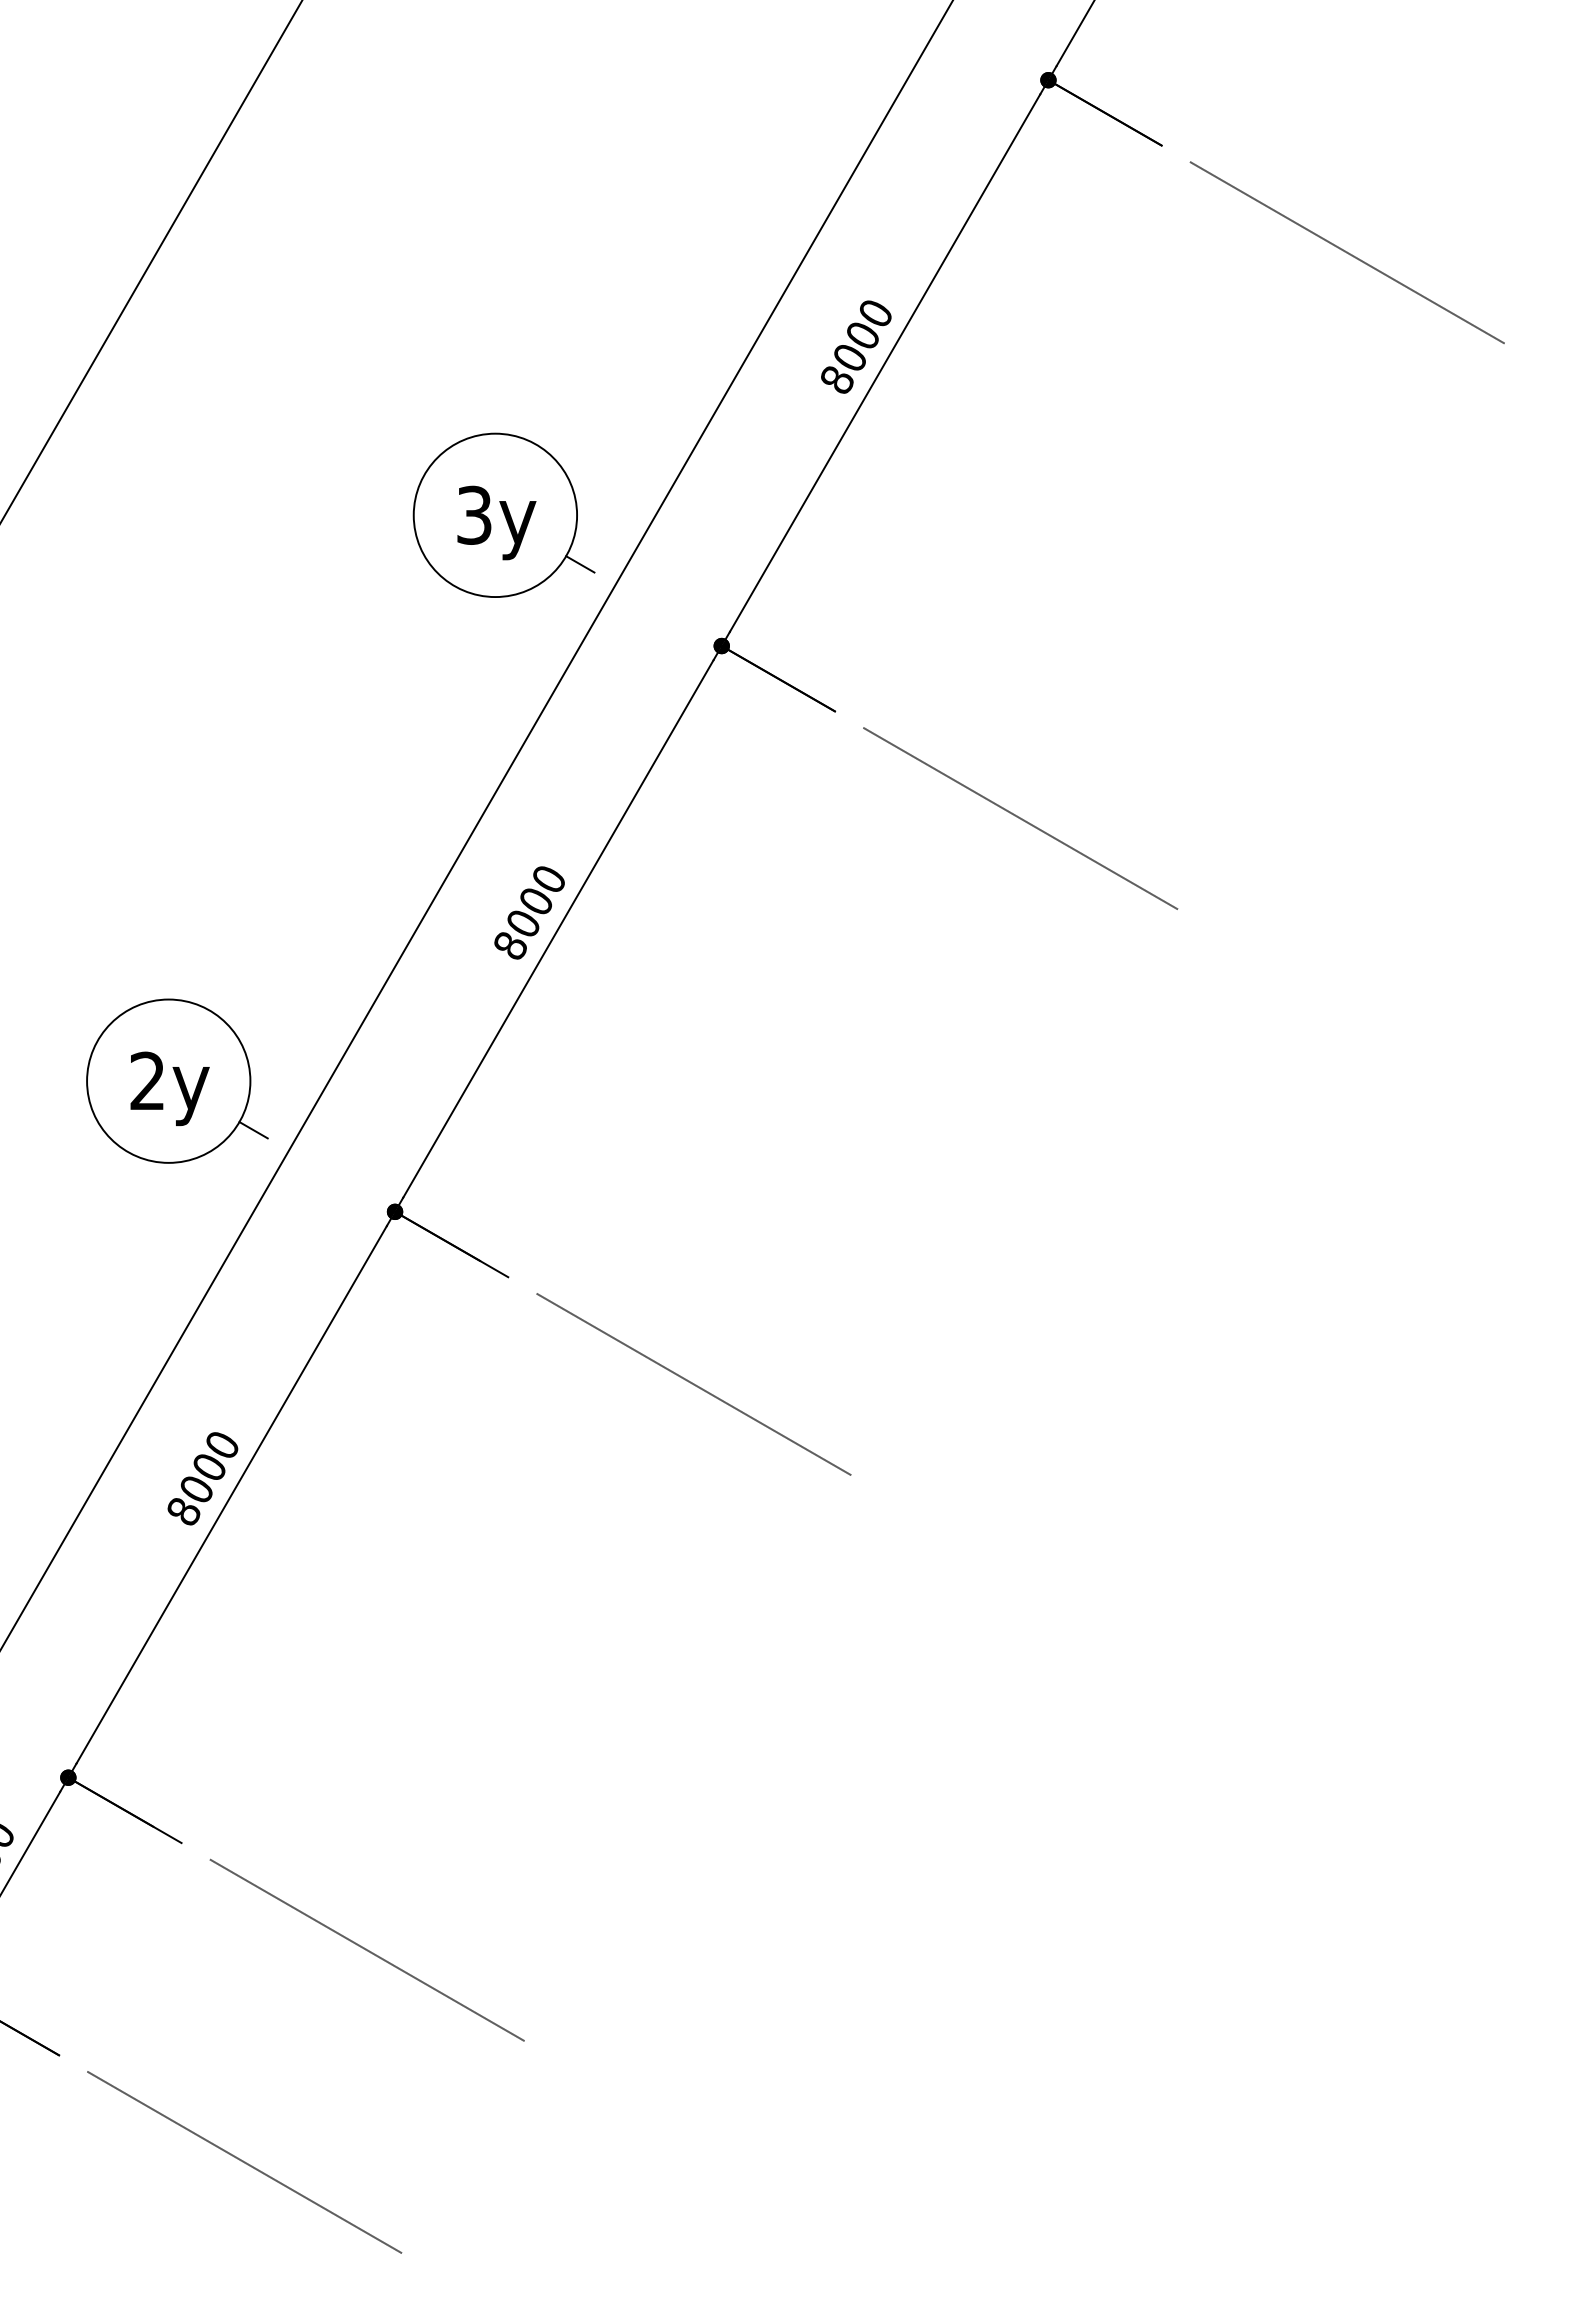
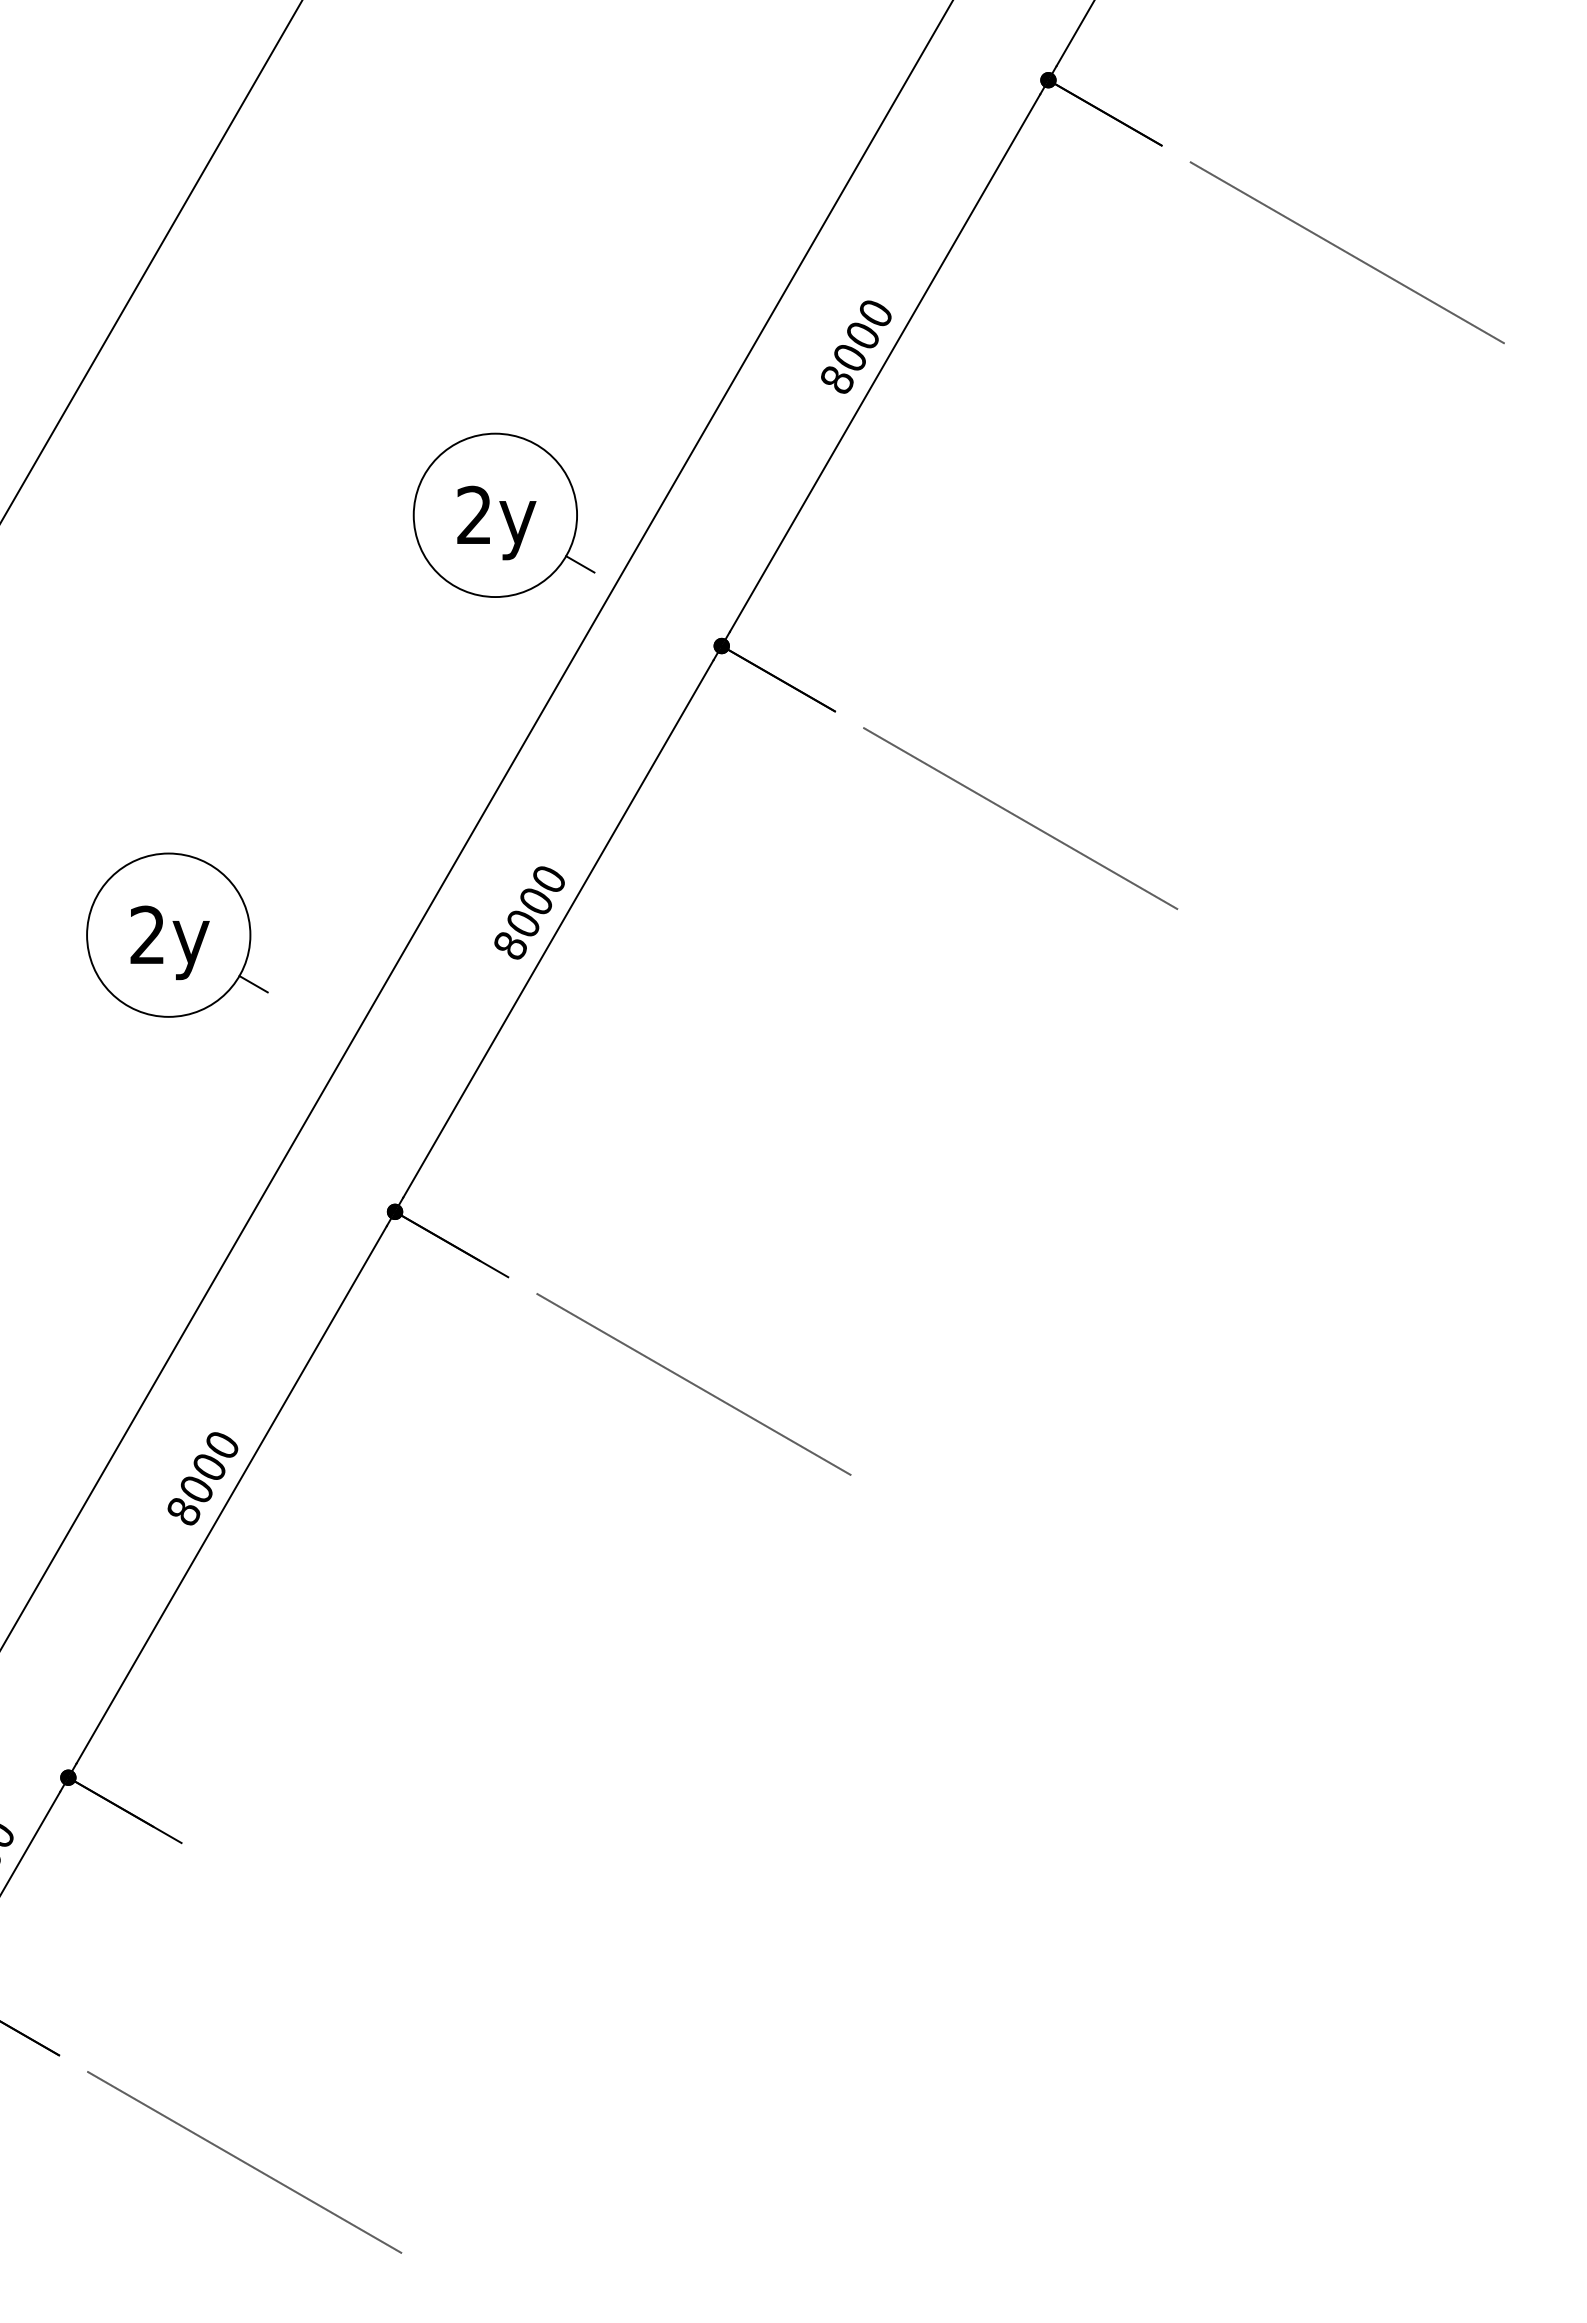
text at (474, 514): 3y -> 2y
part at (177, 1080) position: (177, 1080) -> (177, 934)
line at (366, 1949): present -> none
